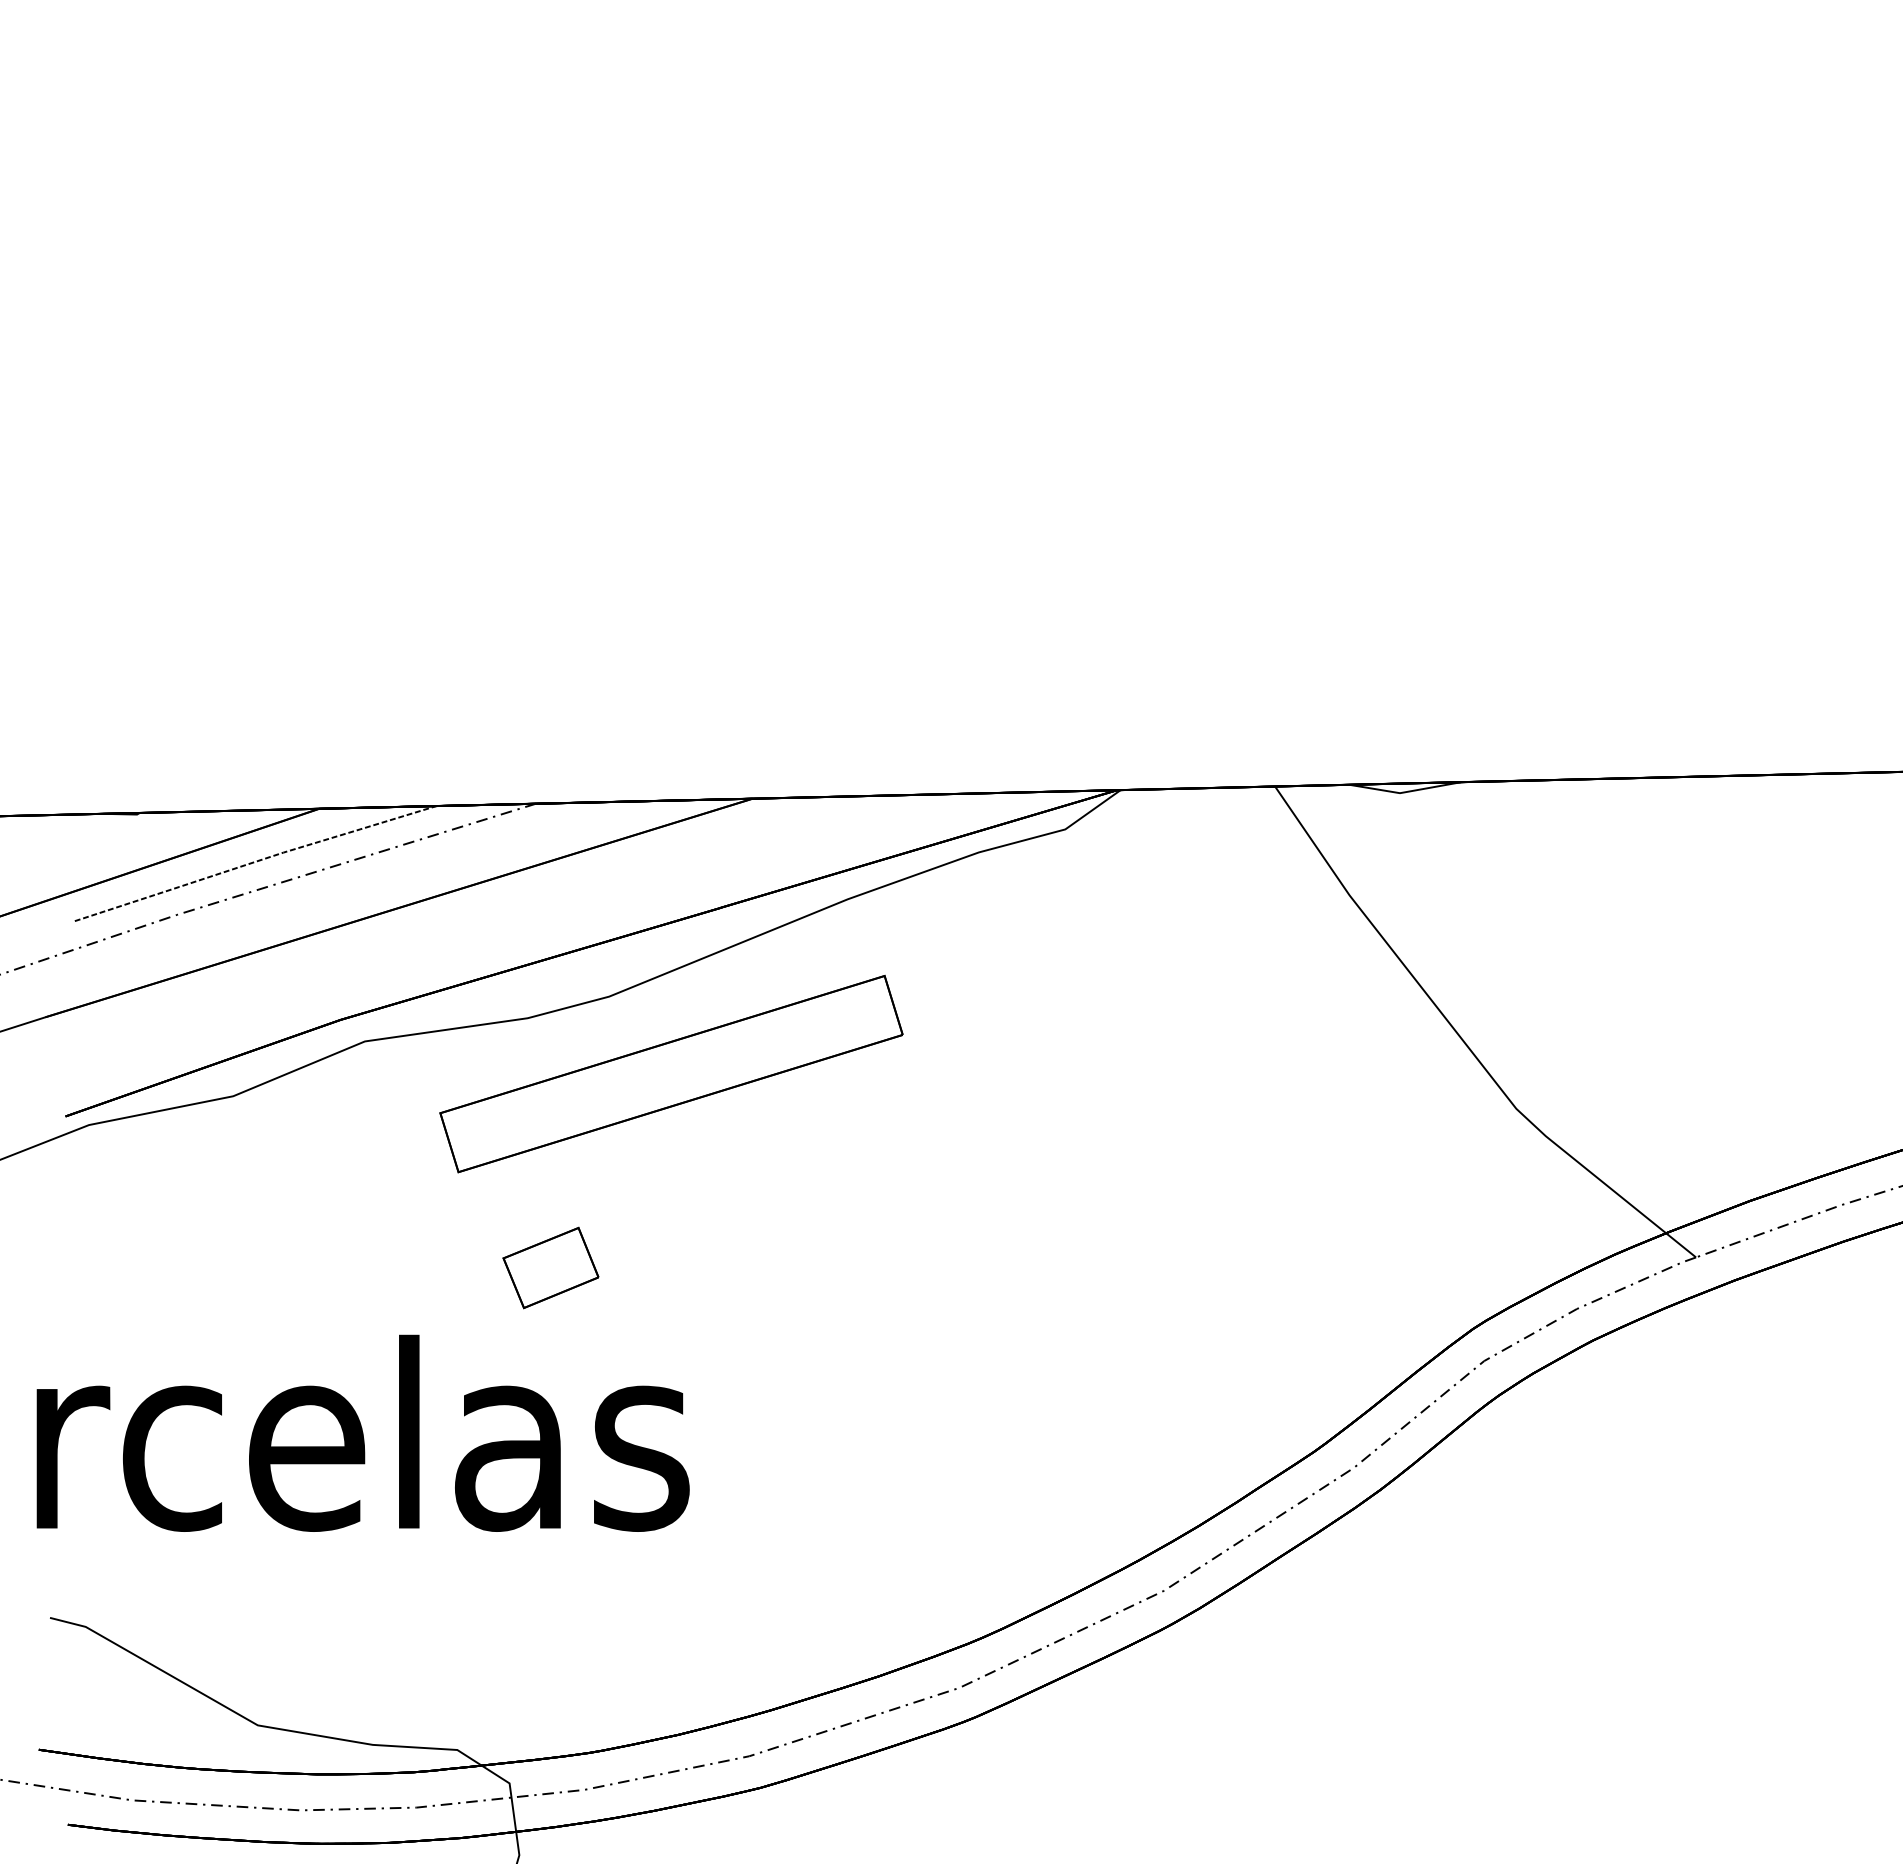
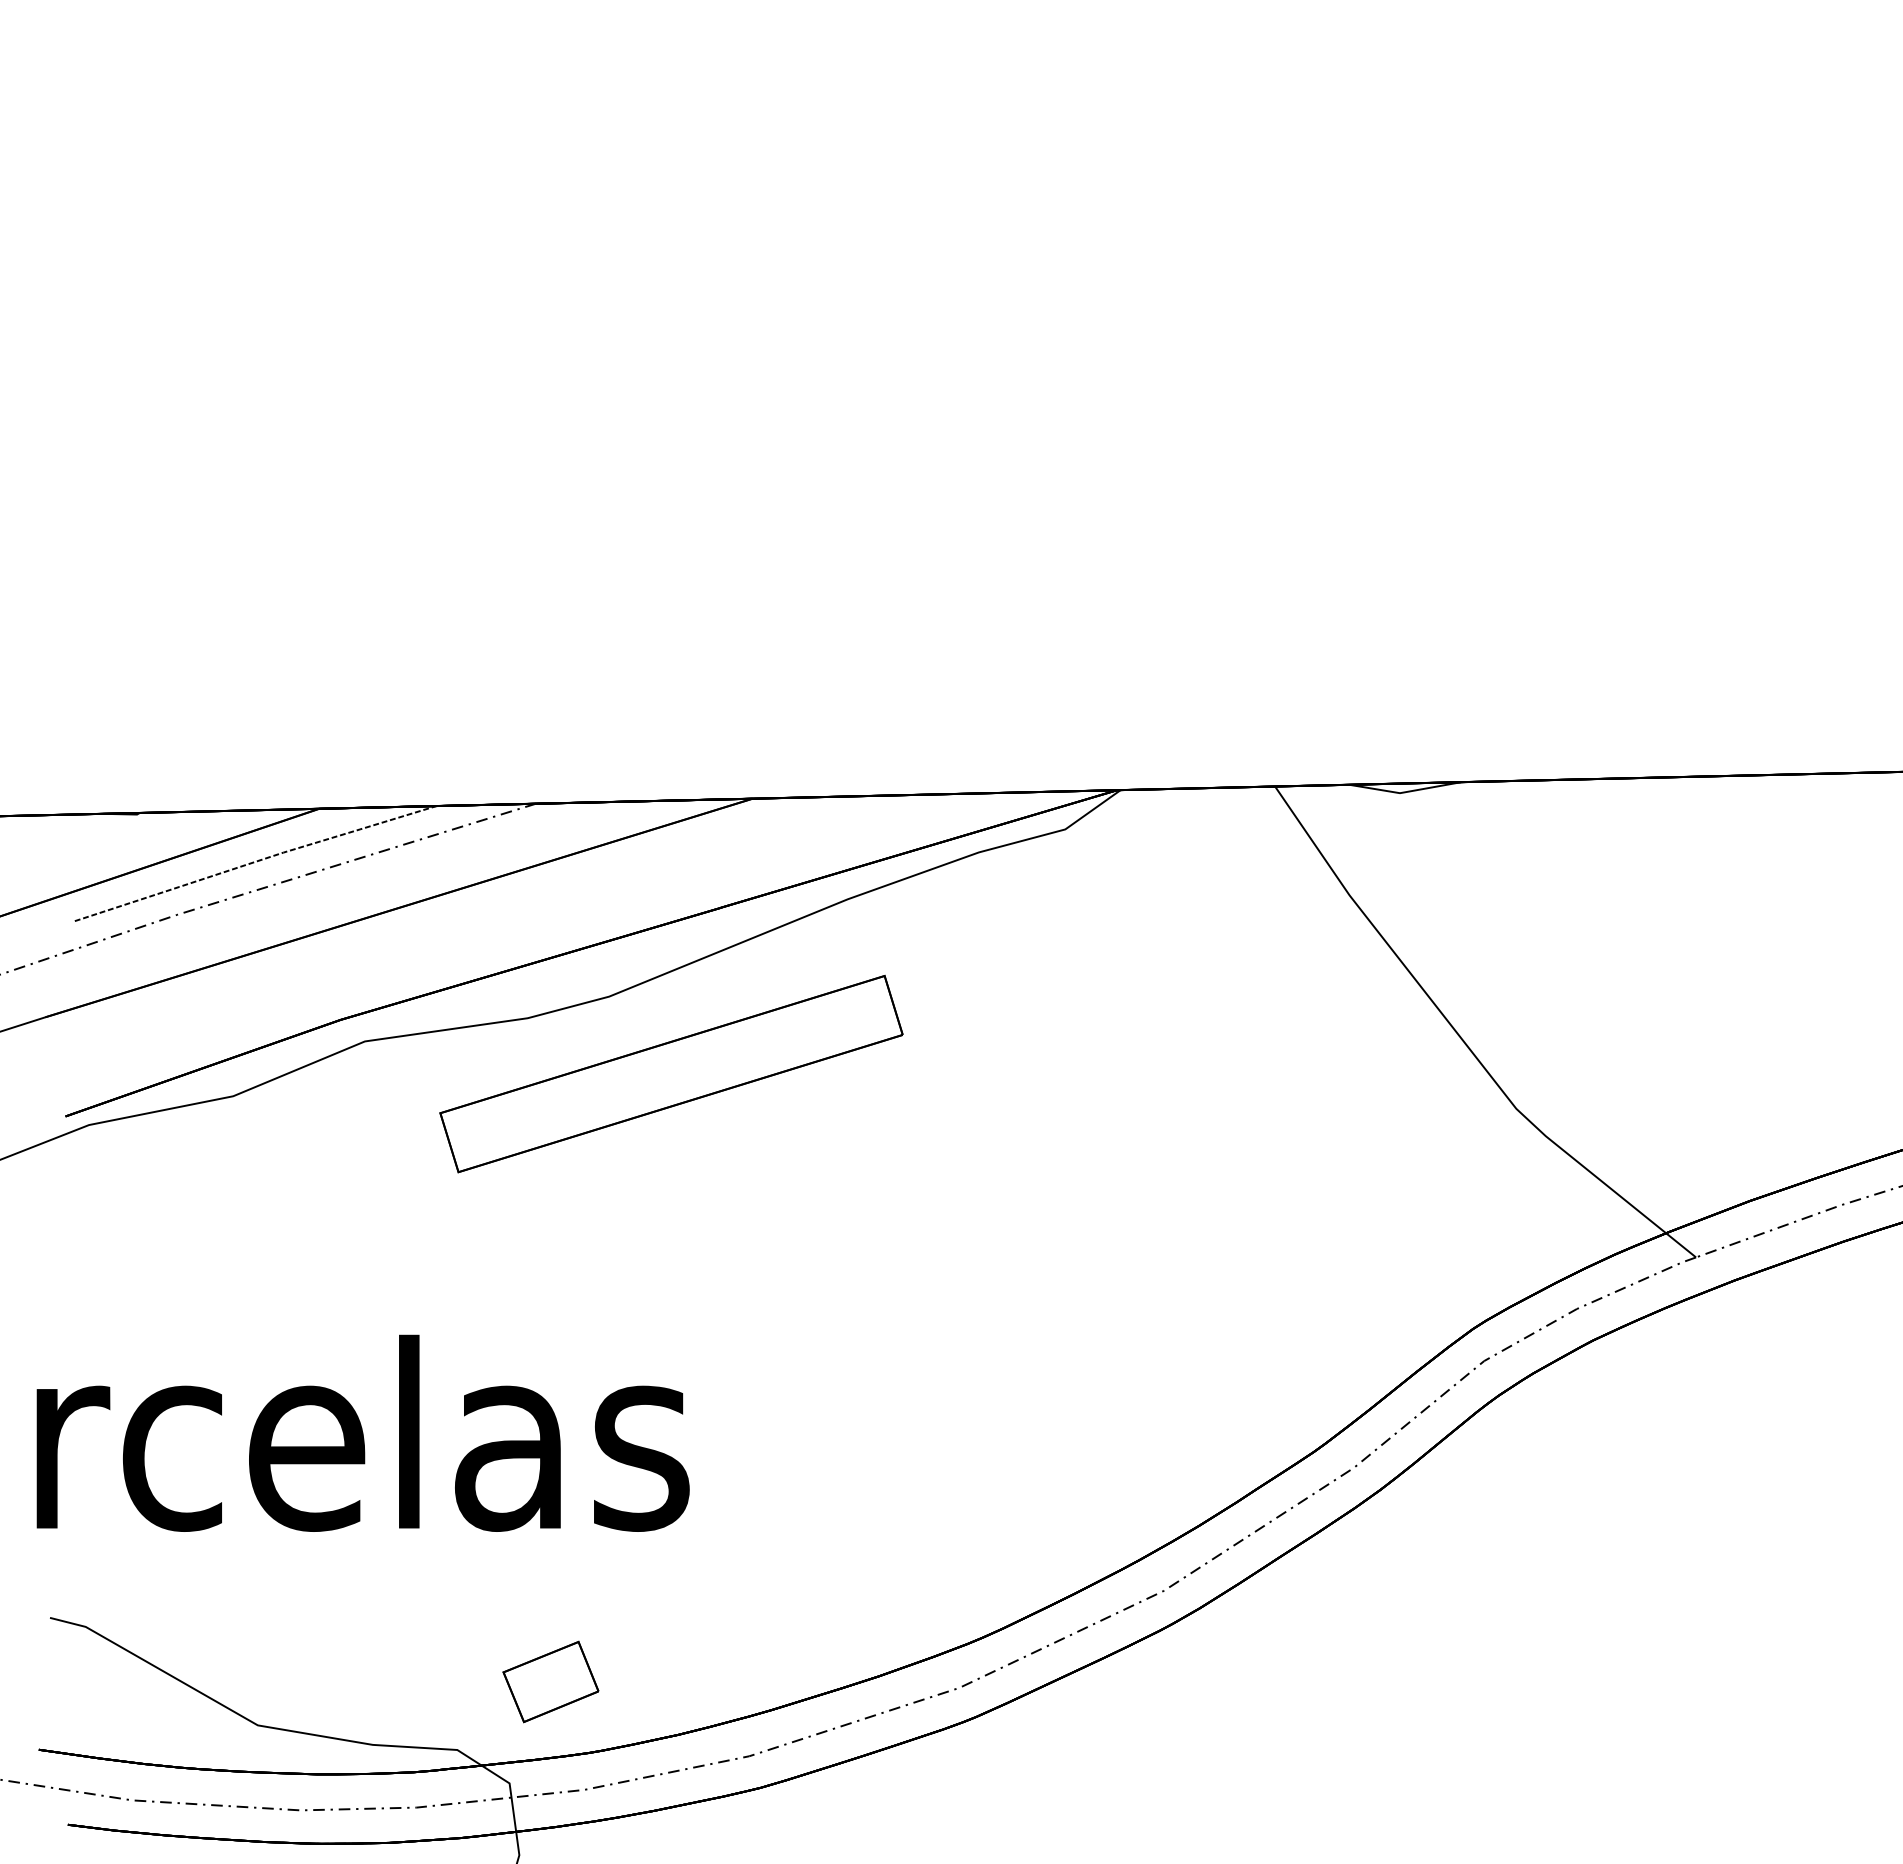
part at (550, 1267) position: (550, 1267) -> (550, 1681)
